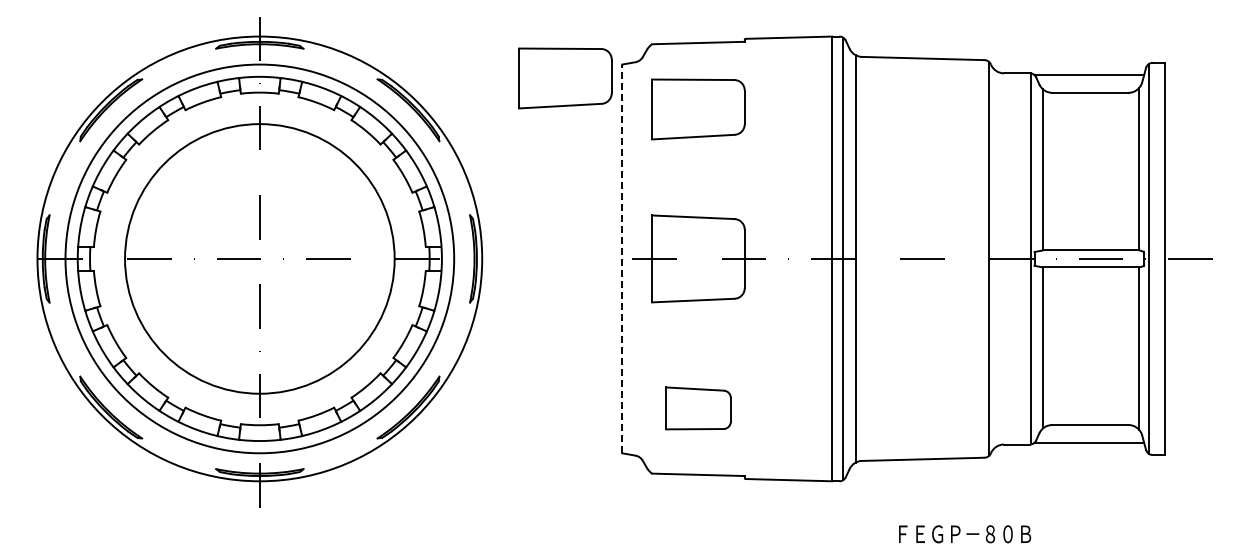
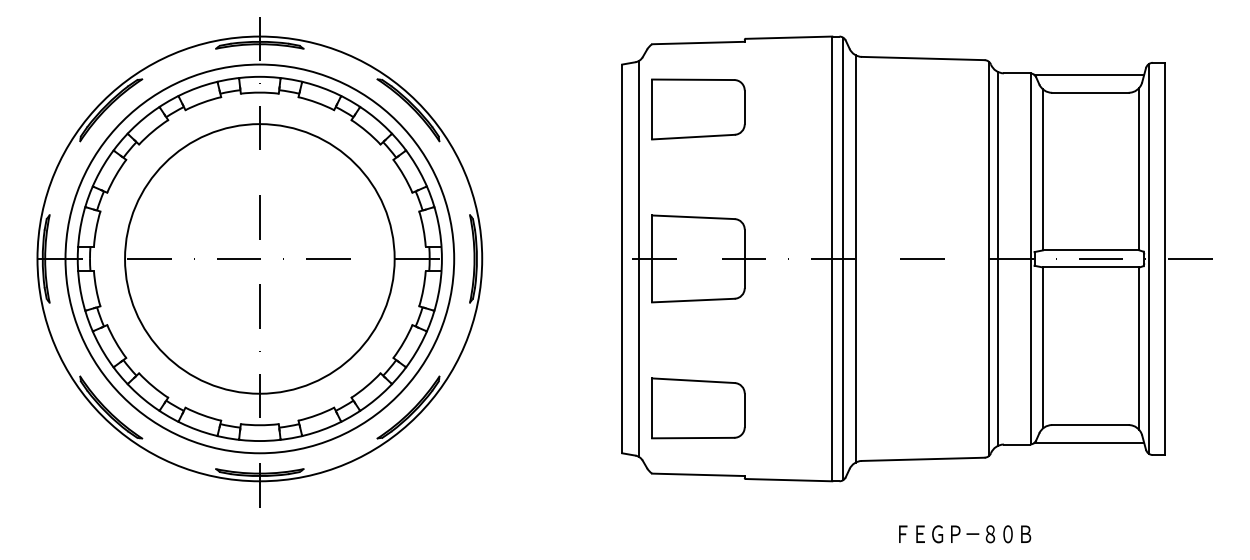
part at (565, 78): present -> none
line at (622, 258): dashed -> solid
line at (638, 258): none -> present
line at (997, 258): none -> present
part at (698, 408) size: 67x45 px -> 95x63 px
